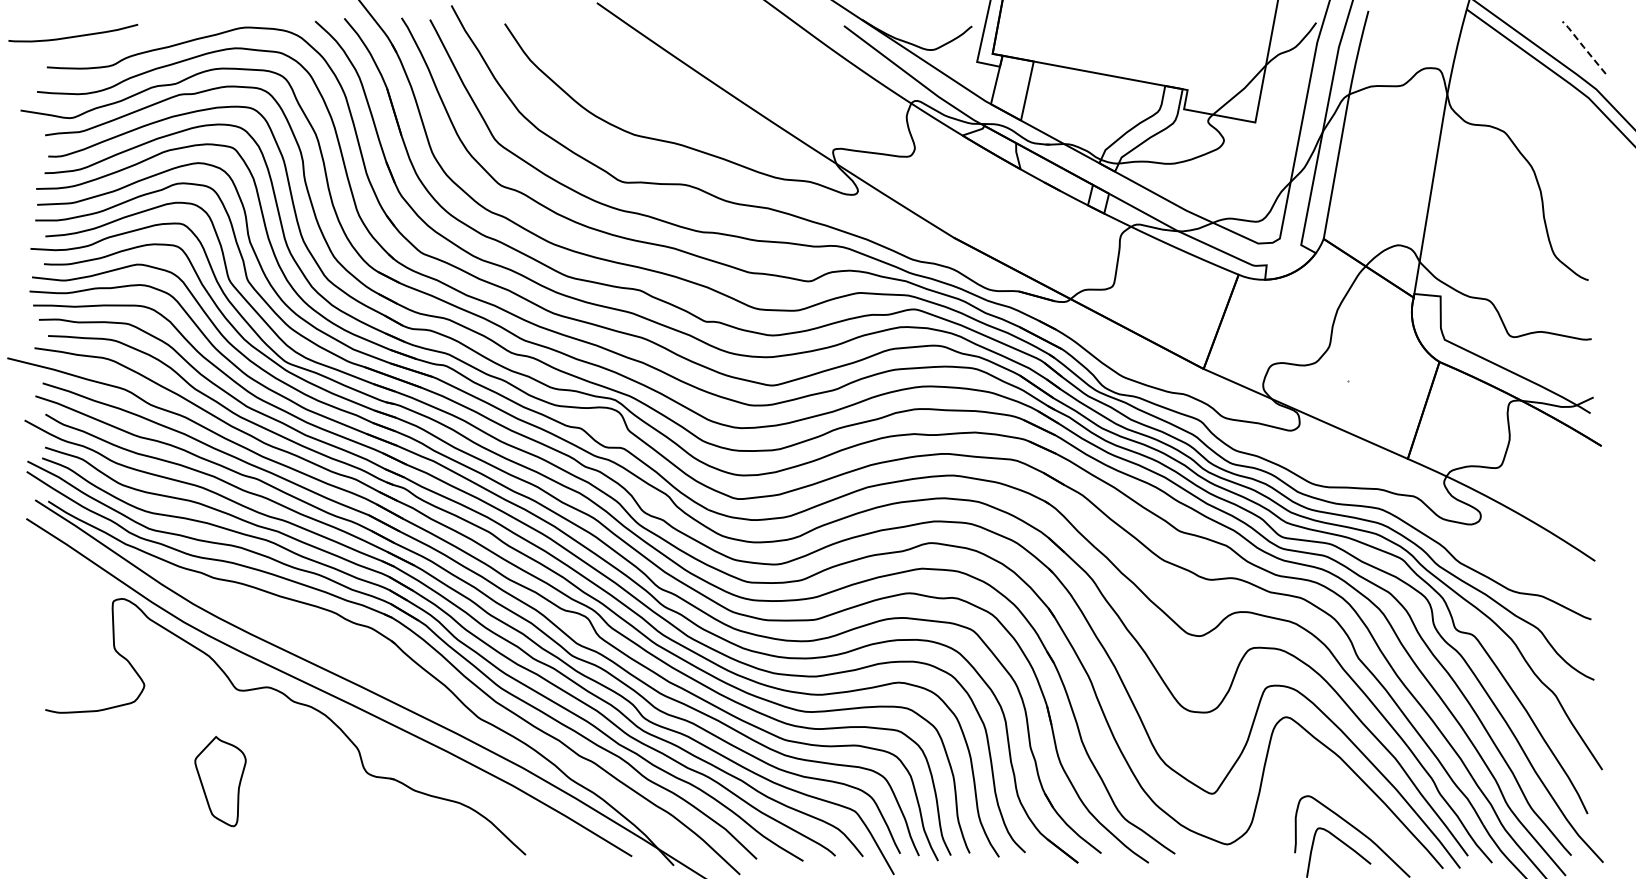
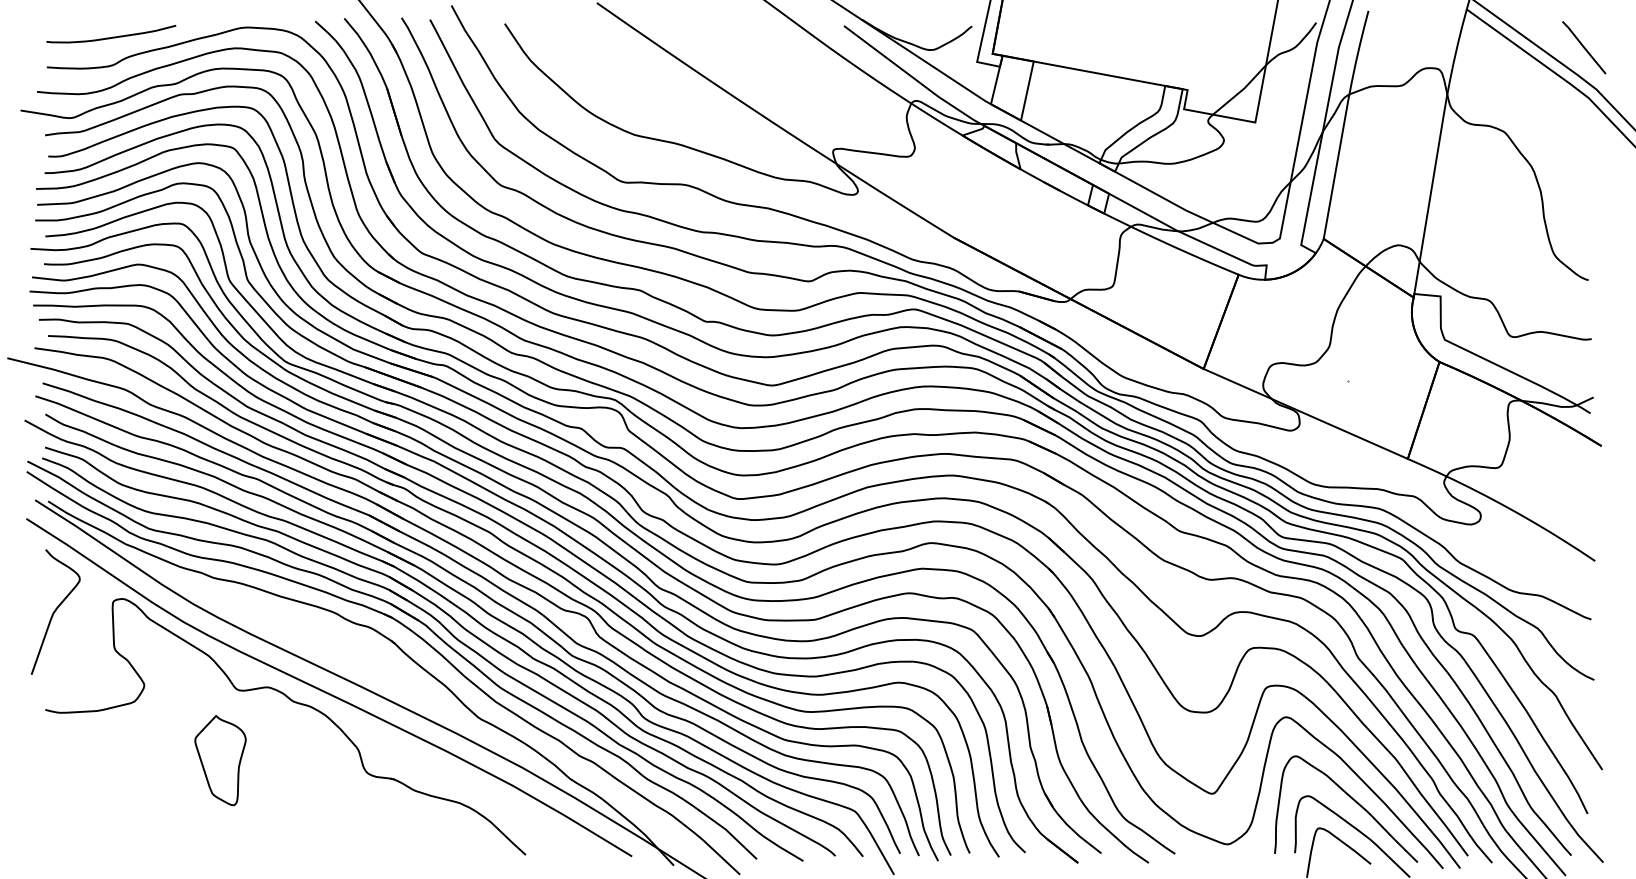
curve at (74, 35) position: (74, 35) -> (112, 36)
line at (1583, 47): dashed -> solid
curve at (55, 611): none -> present
part at (220, 781) position: (220, 781) -> (220, 760)
curve at (1353, 800): none -> present
